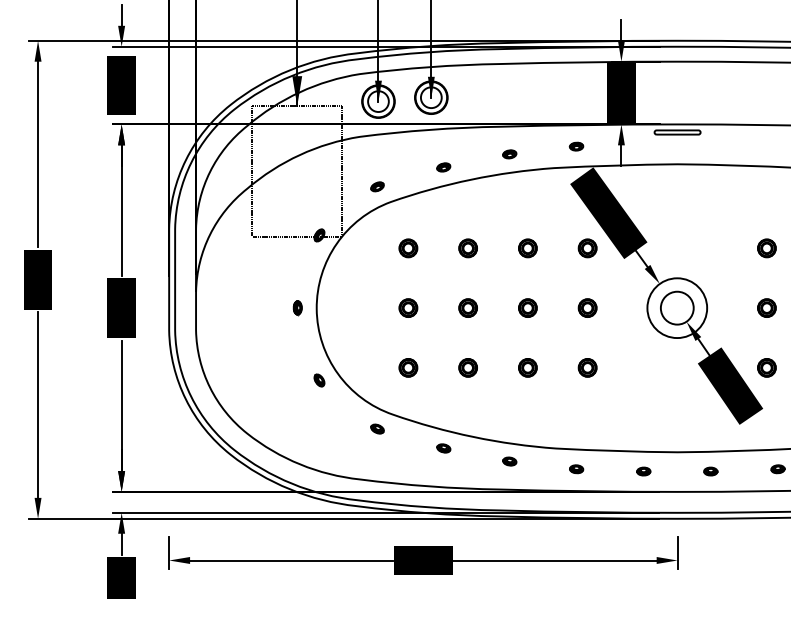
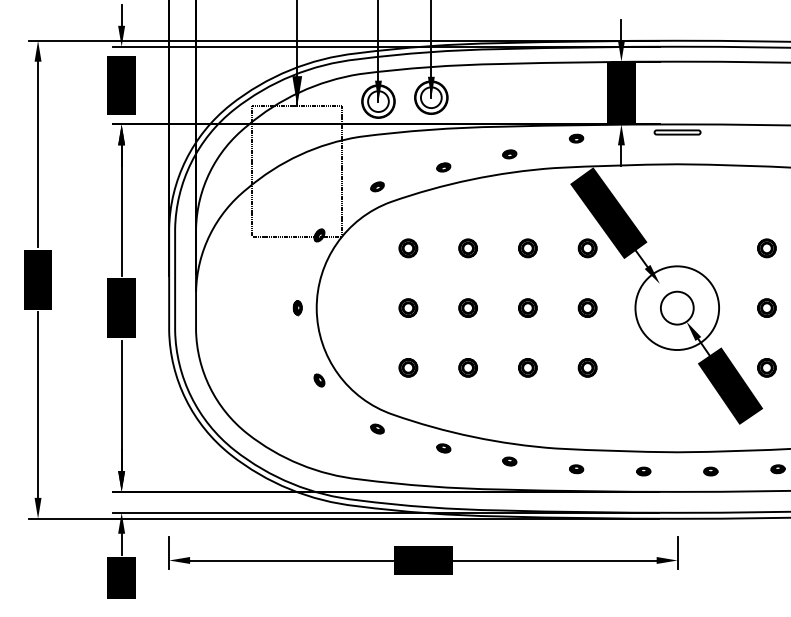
part at (576, 146) position: (576, 146) -> (576, 138)
circle at (677, 308) diameter: 60 px -> 84 px
